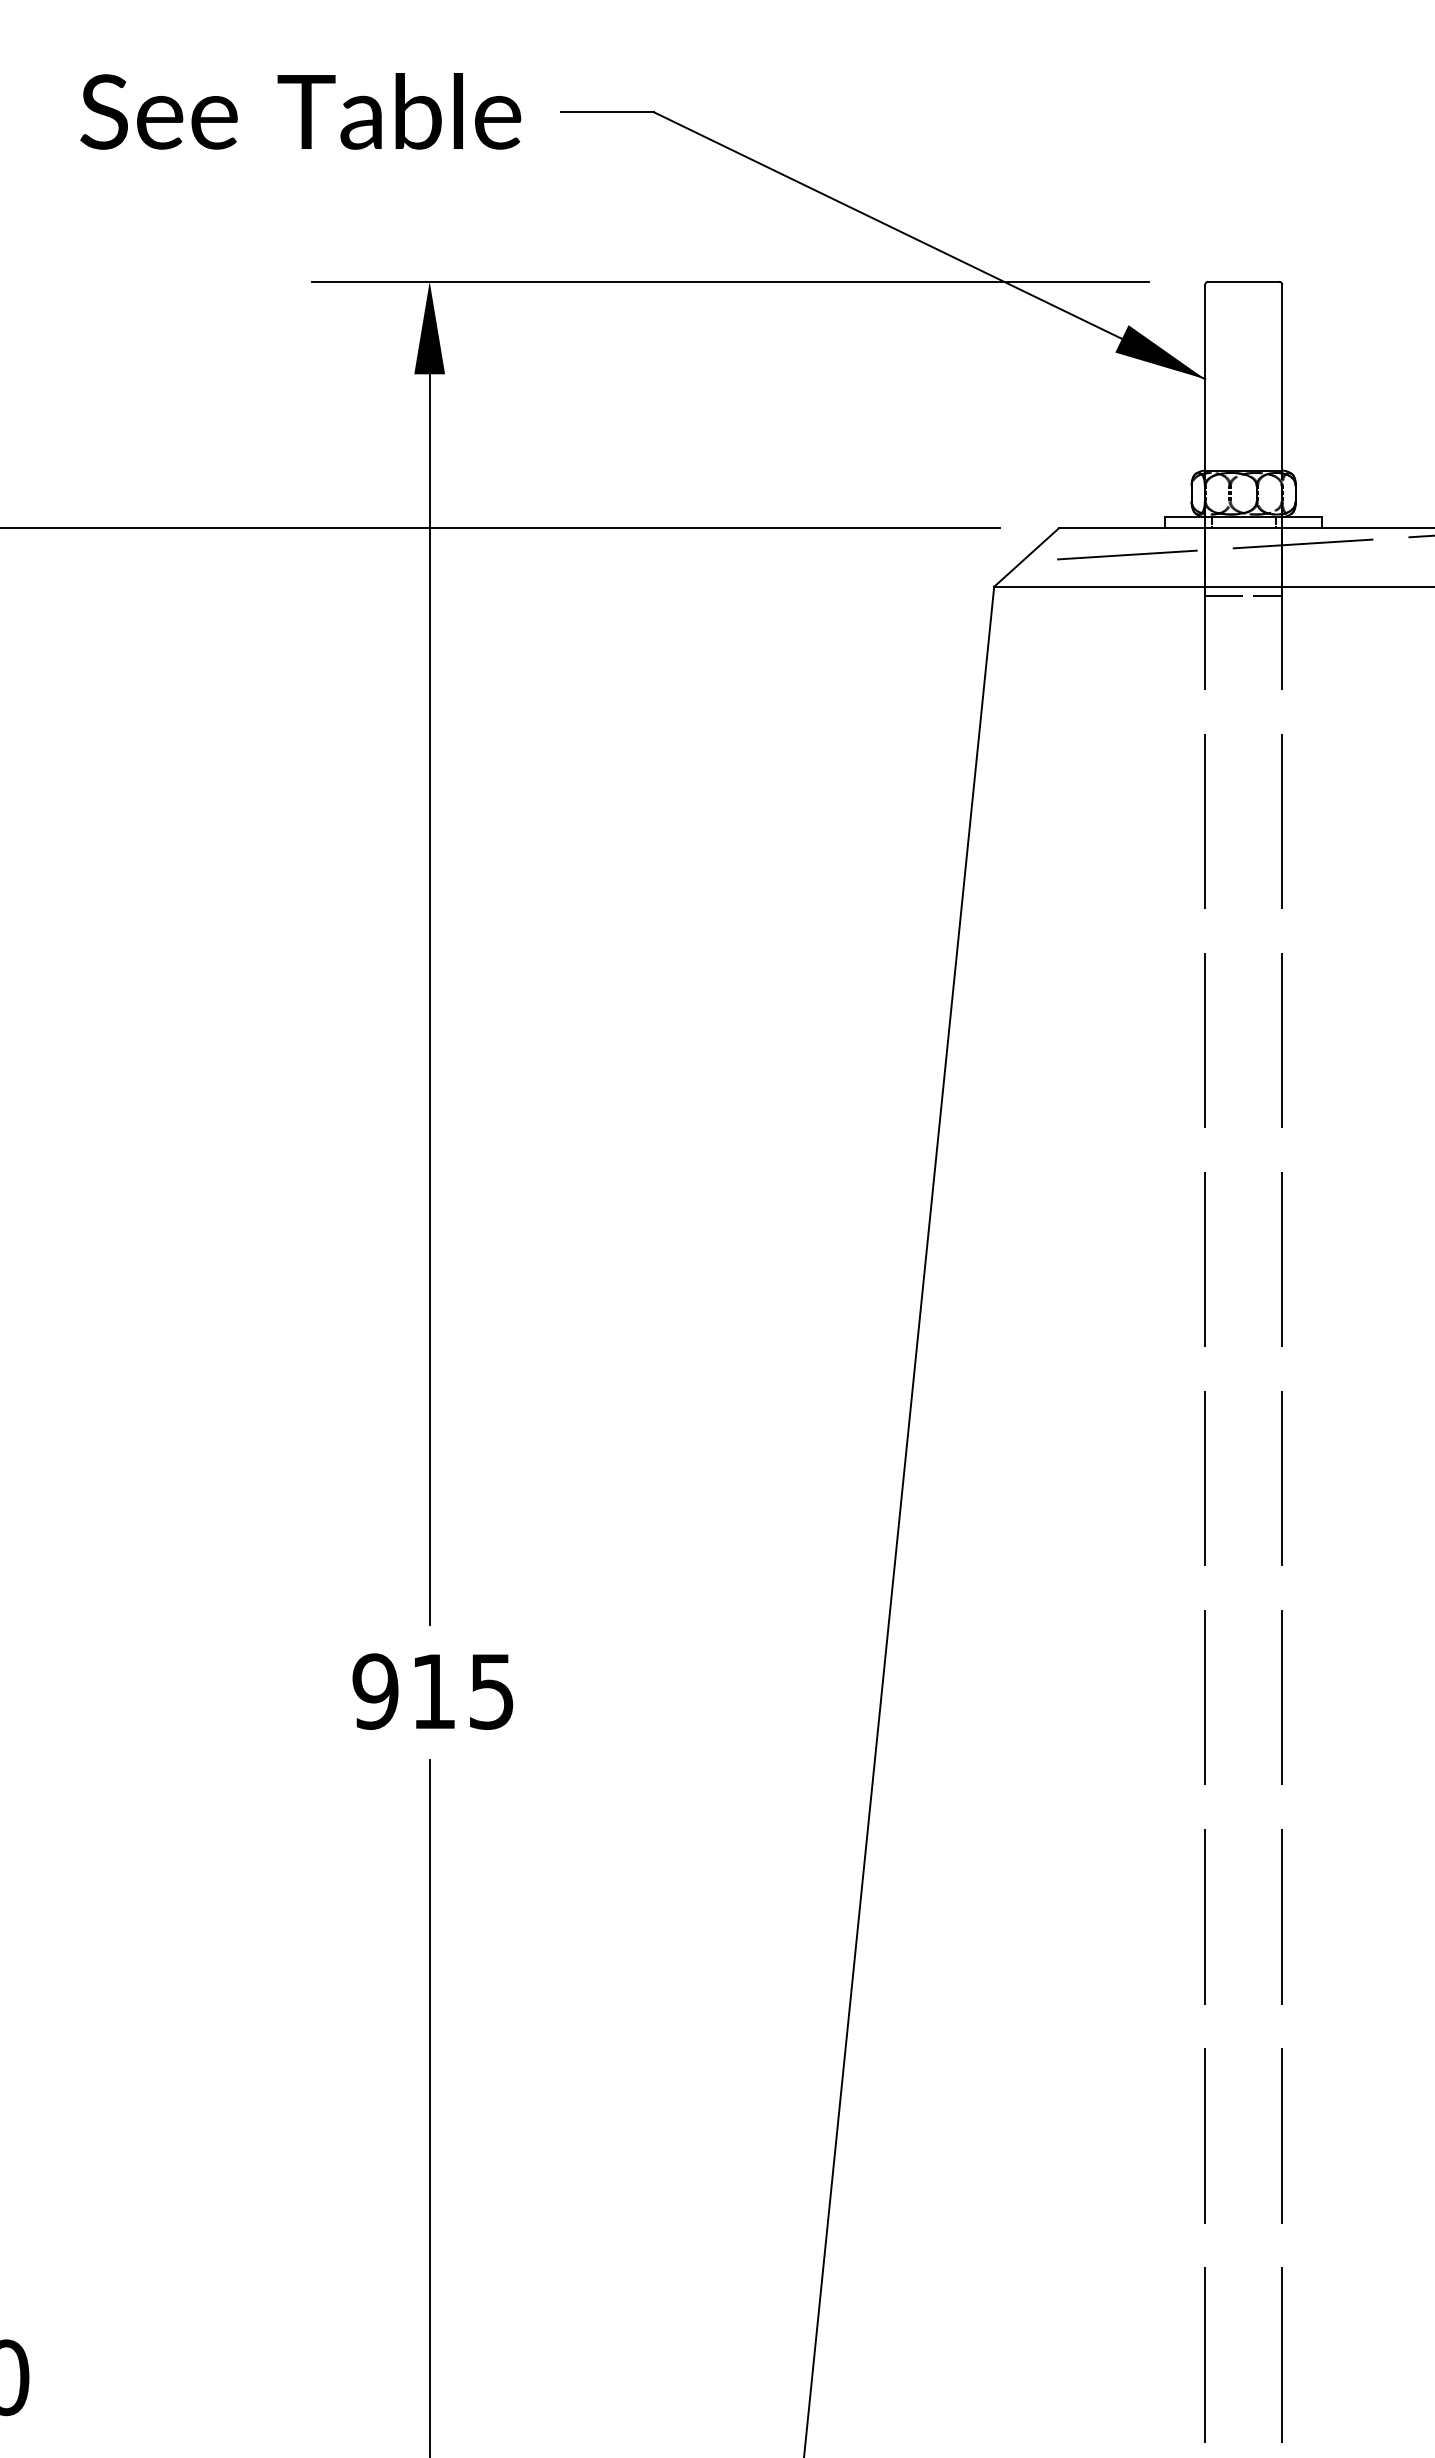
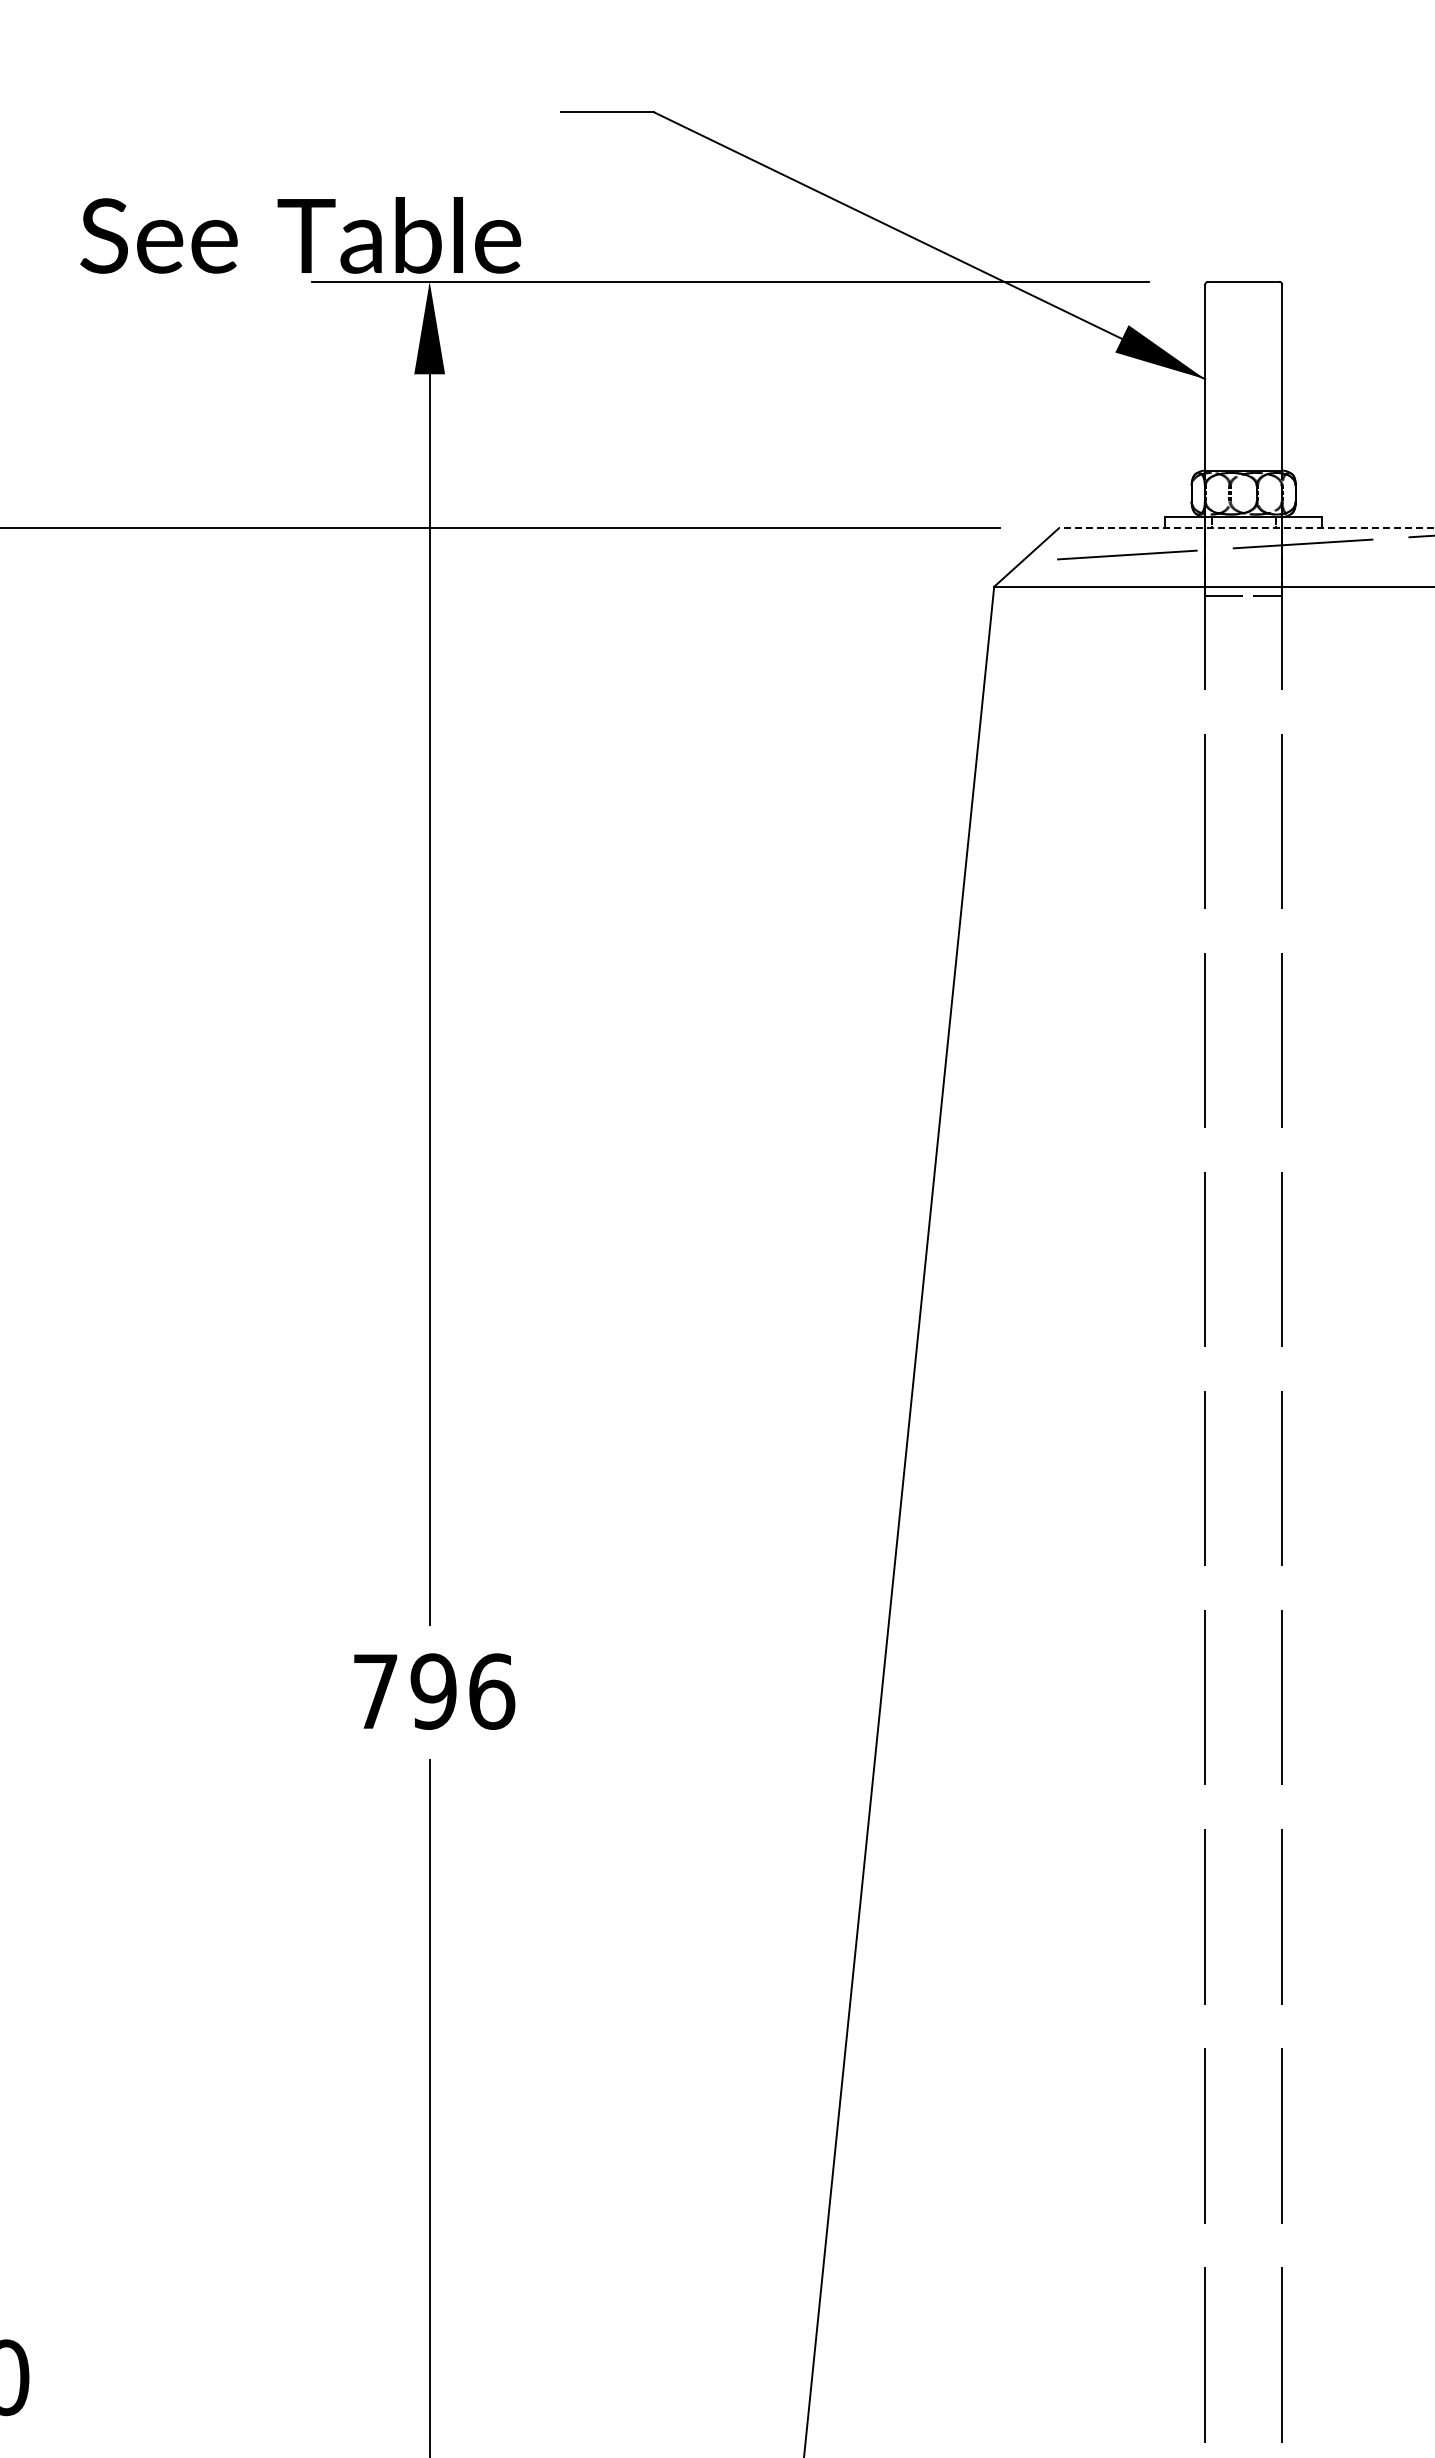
text at (300, 111) position: (300, 111) -> (300, 235)
line at (1246, 528): solid -> dashed
text at (433, 1691): 915 -> 796
